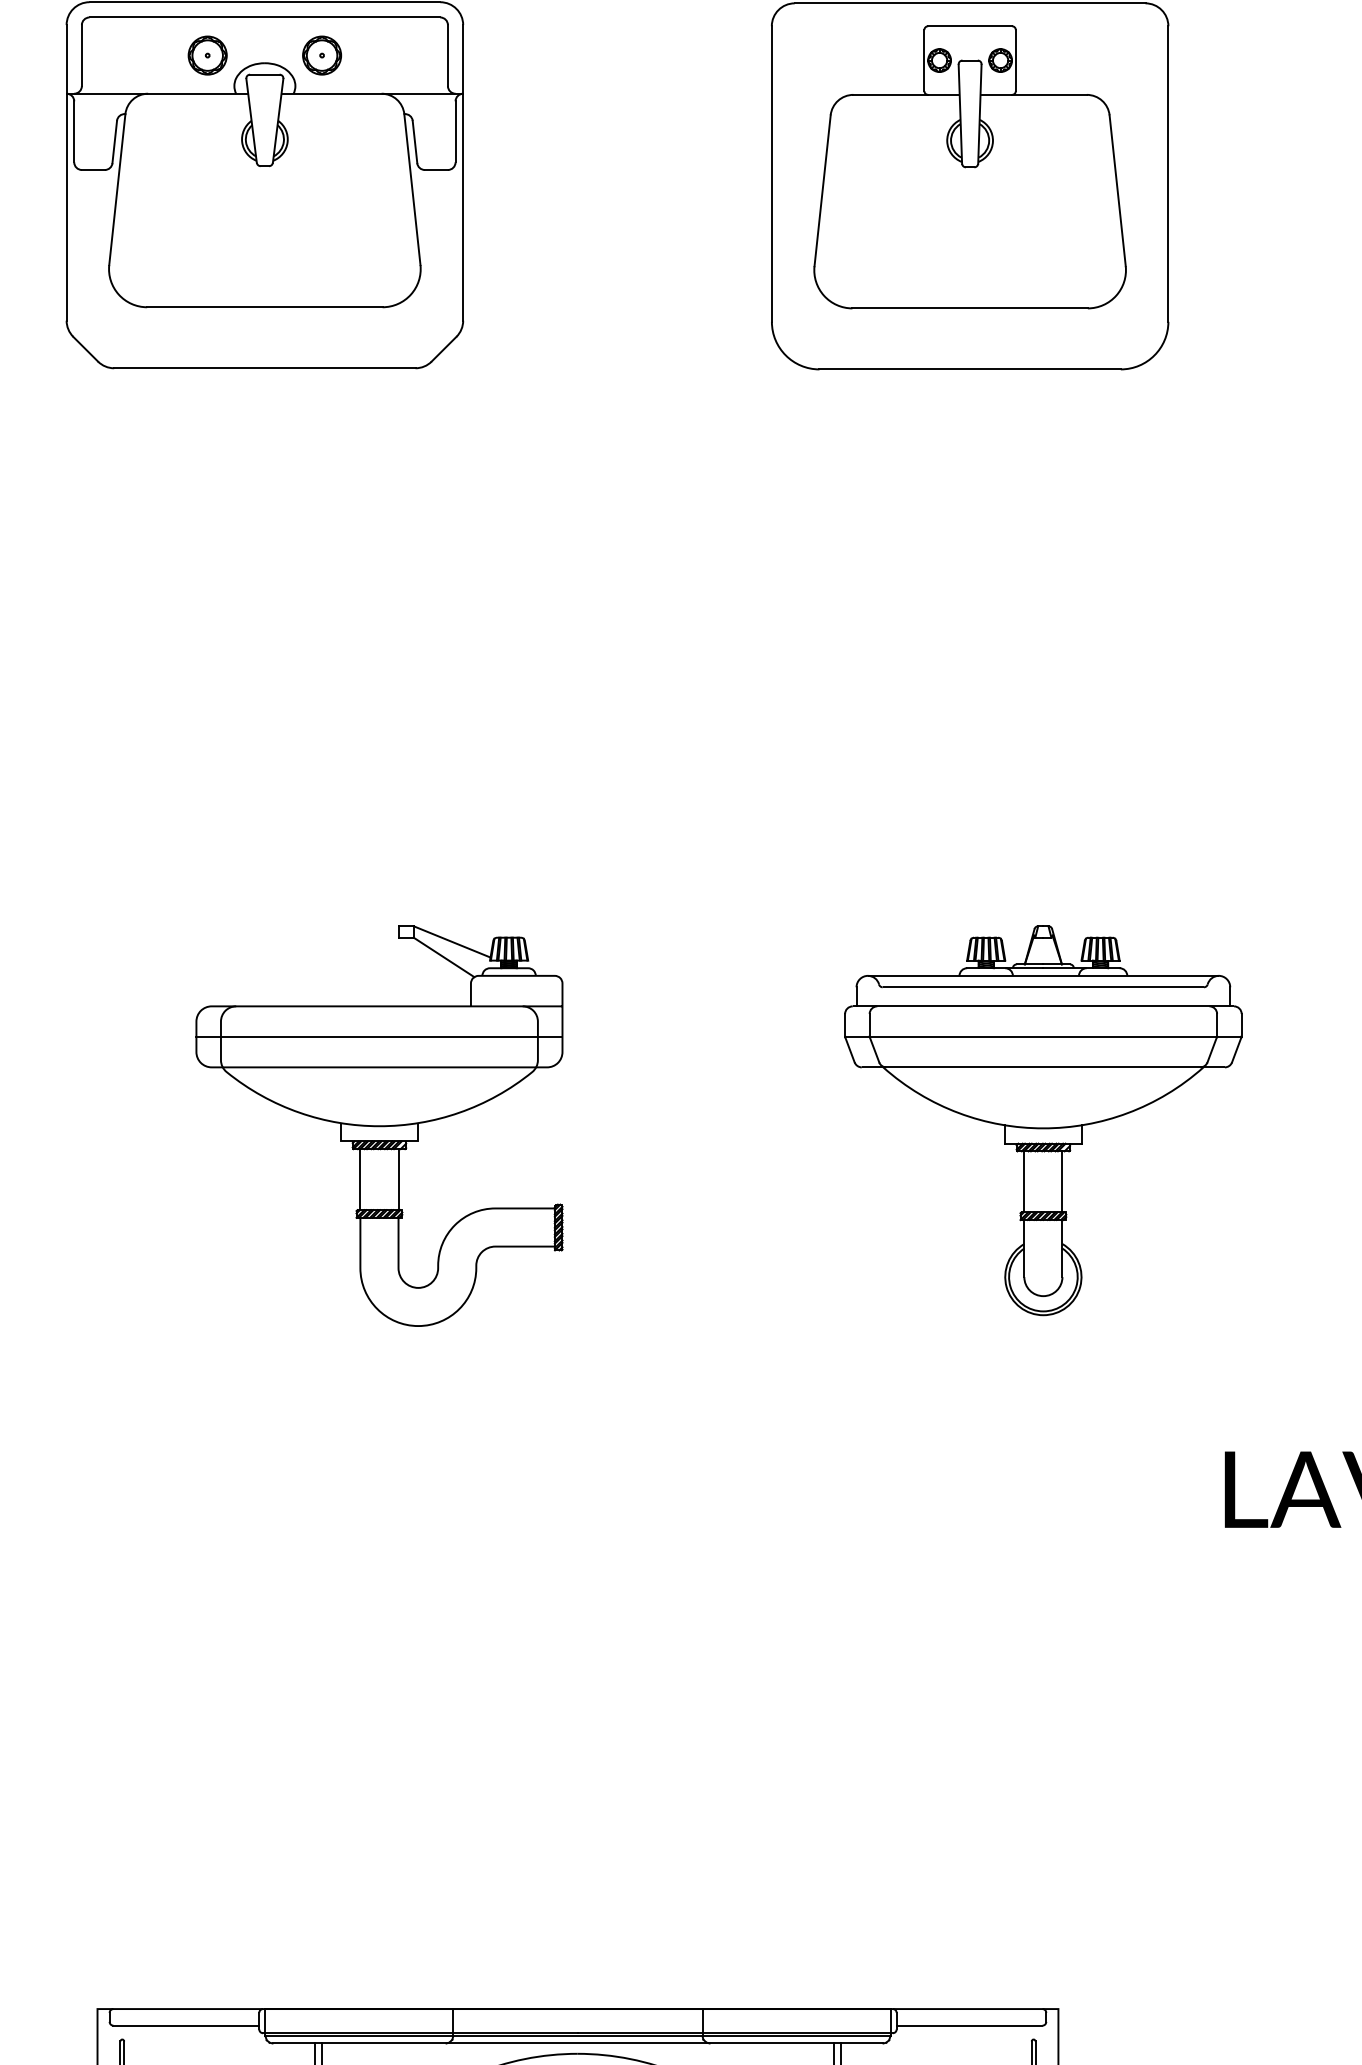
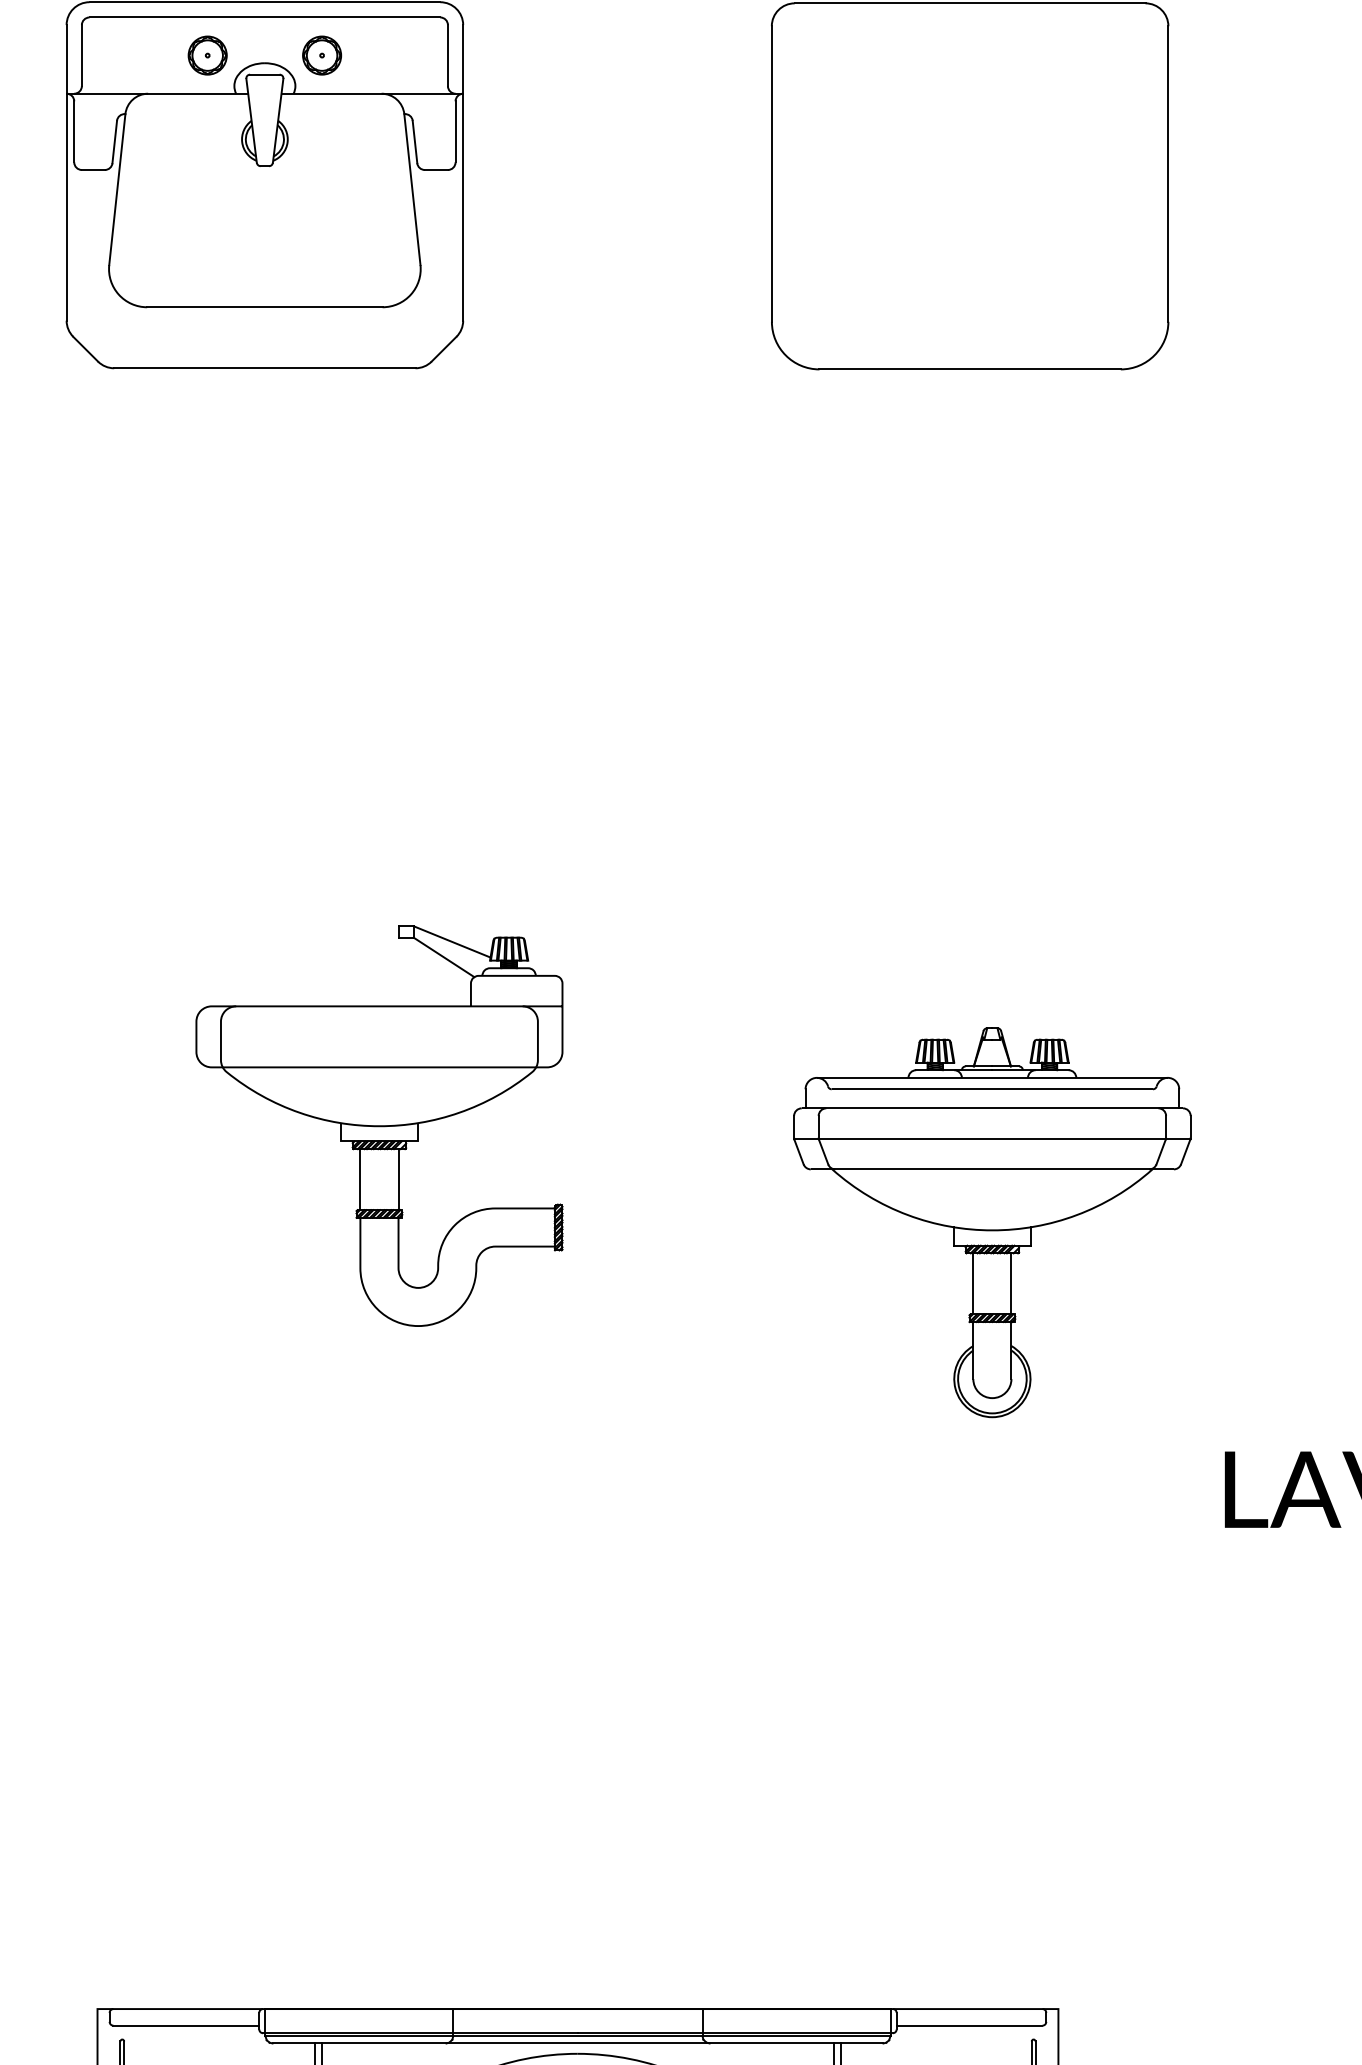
part at (969, 167): present -> none
line at (379, 1036): present -> none
part at (1043, 1120) position: (1043, 1120) -> (992, 1222)
